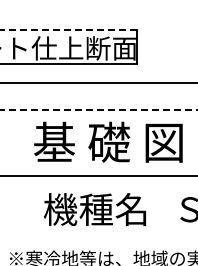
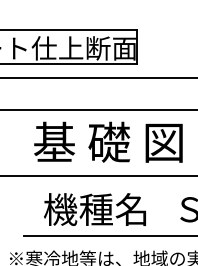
line at (68, 30): dashed -> solid
line at (98, 82) position: (98, 82) -> (98, 77)
line at (99, 110): dashed -> solid
line at (109, 235): none -> present
